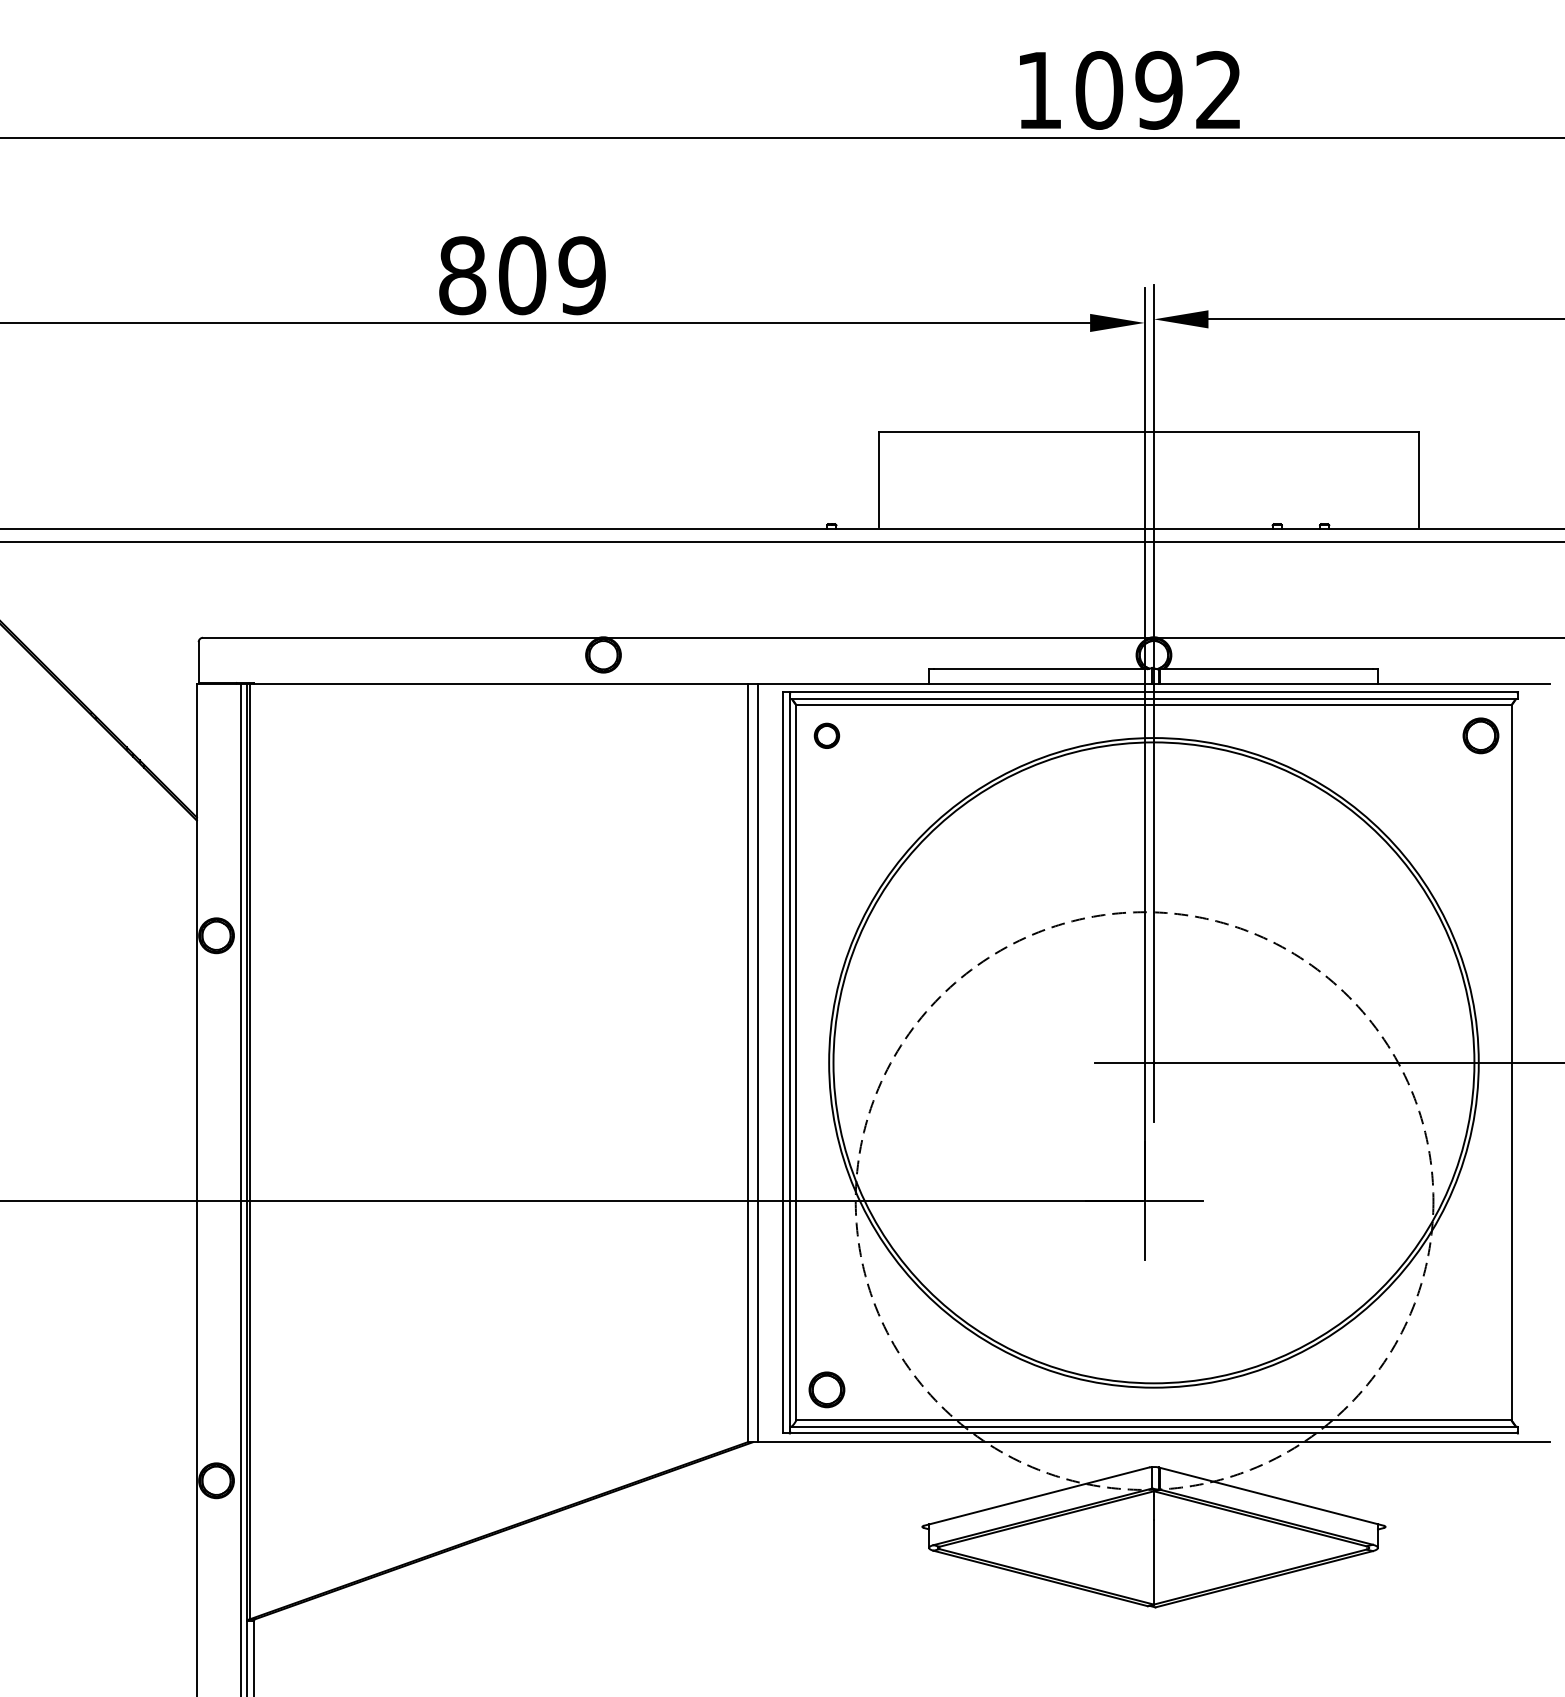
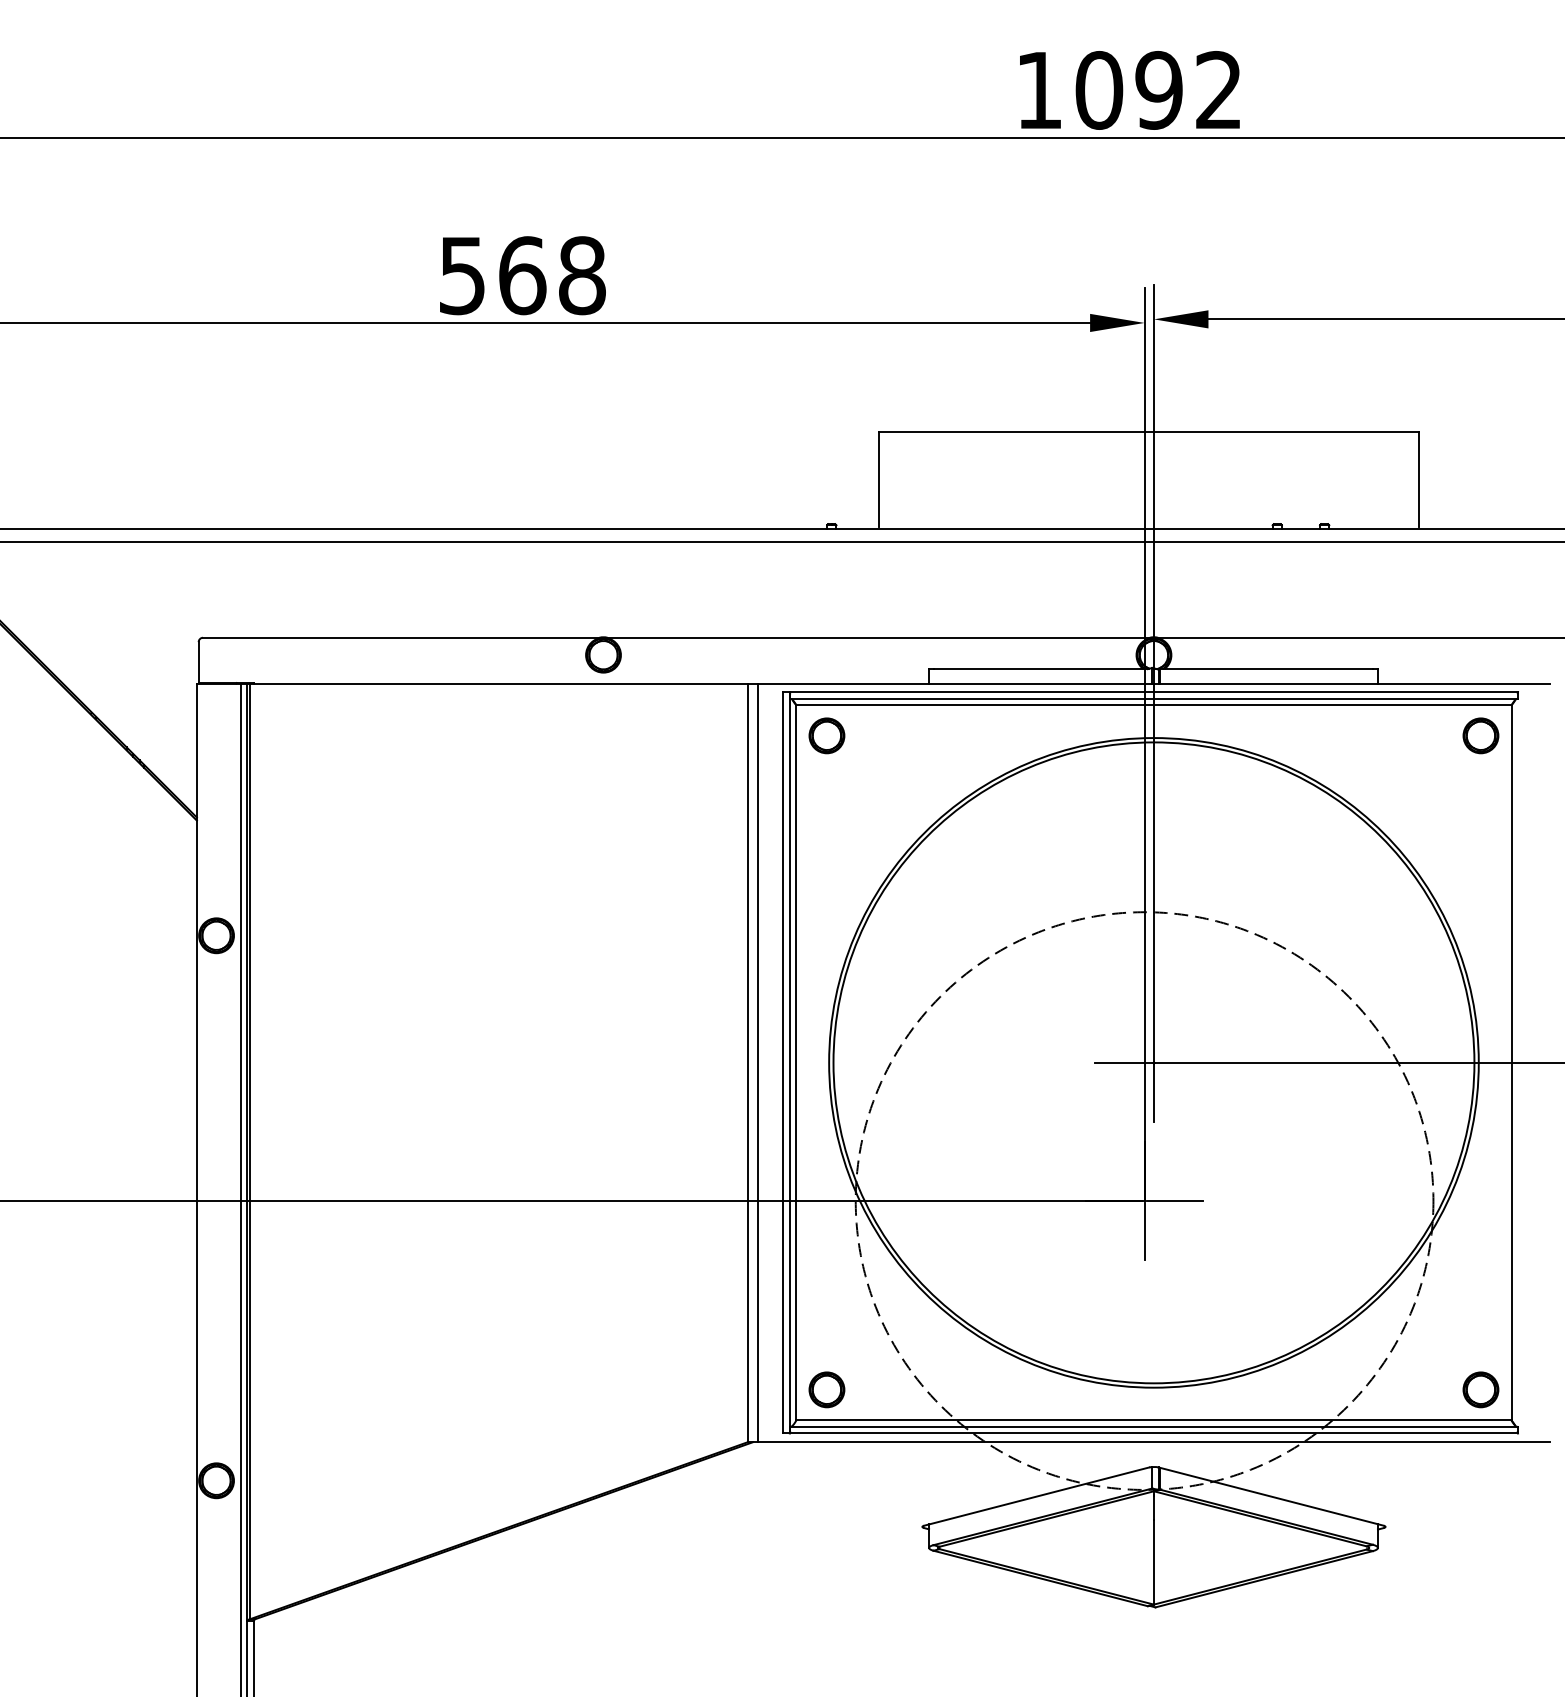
text at (522, 275): 809 -> 568
part at (826, 735) size: 28x27 px -> 38x38 px
part at (1480, 1389): none -> present
